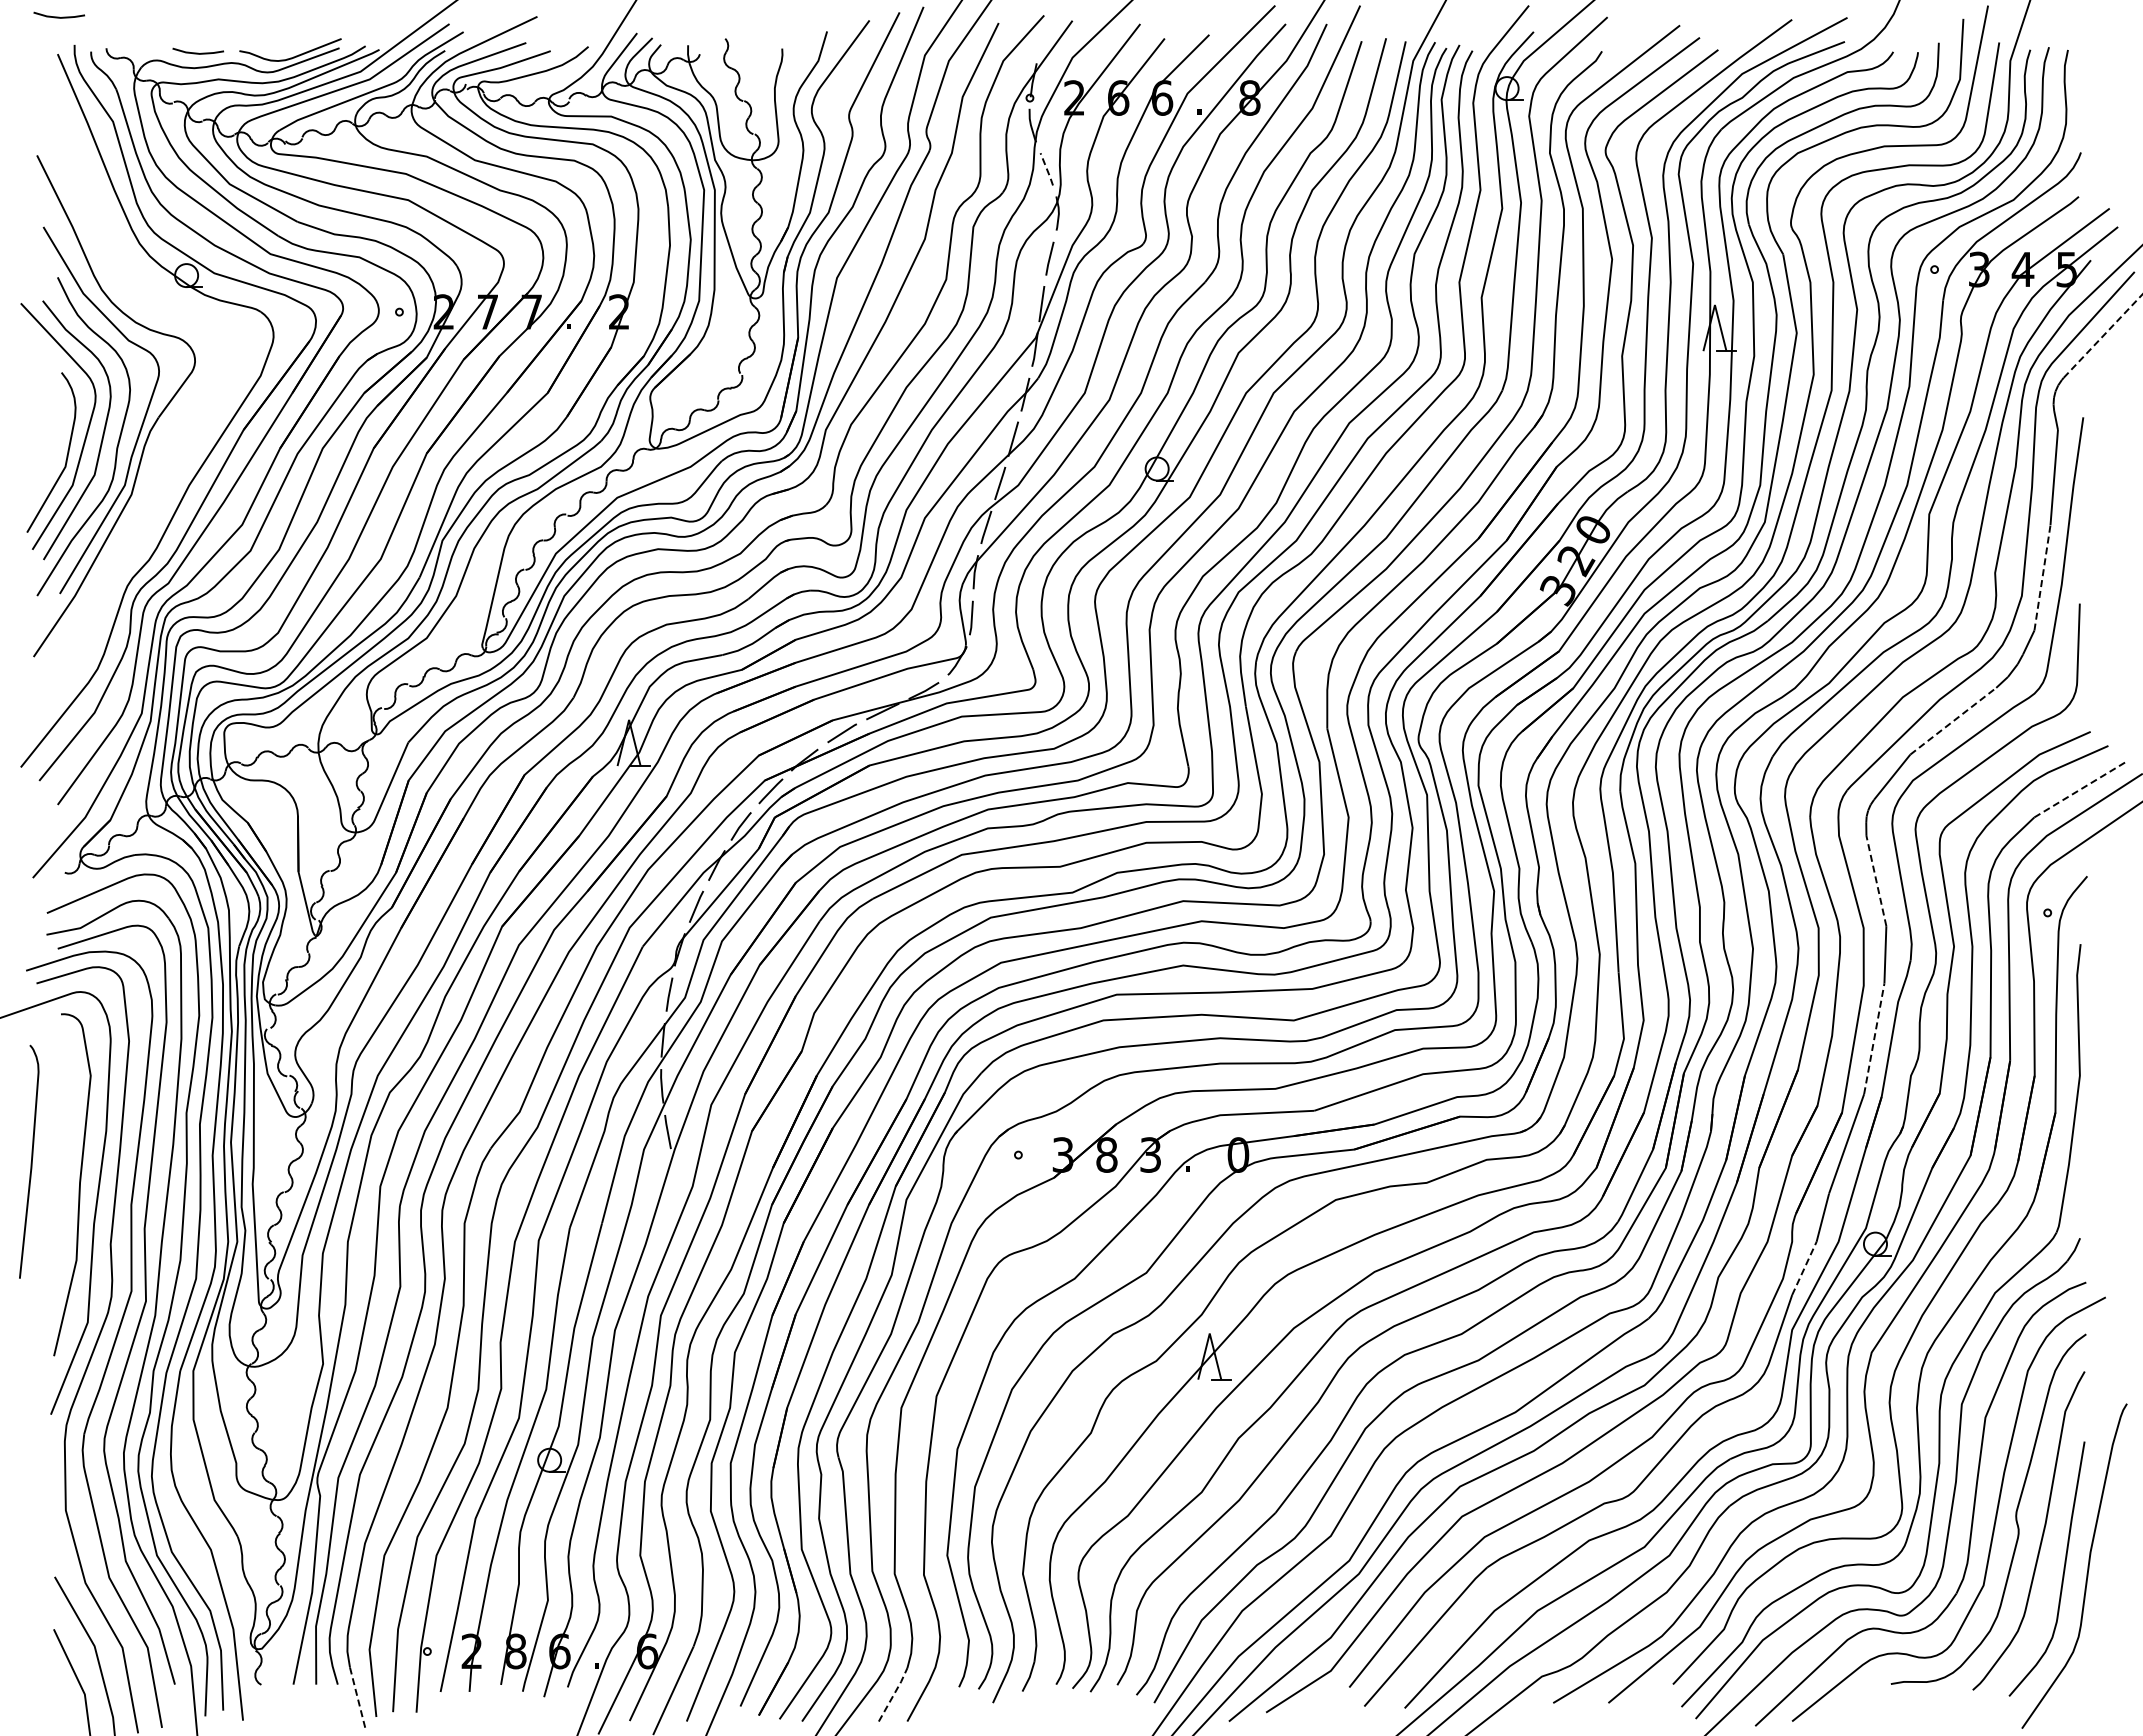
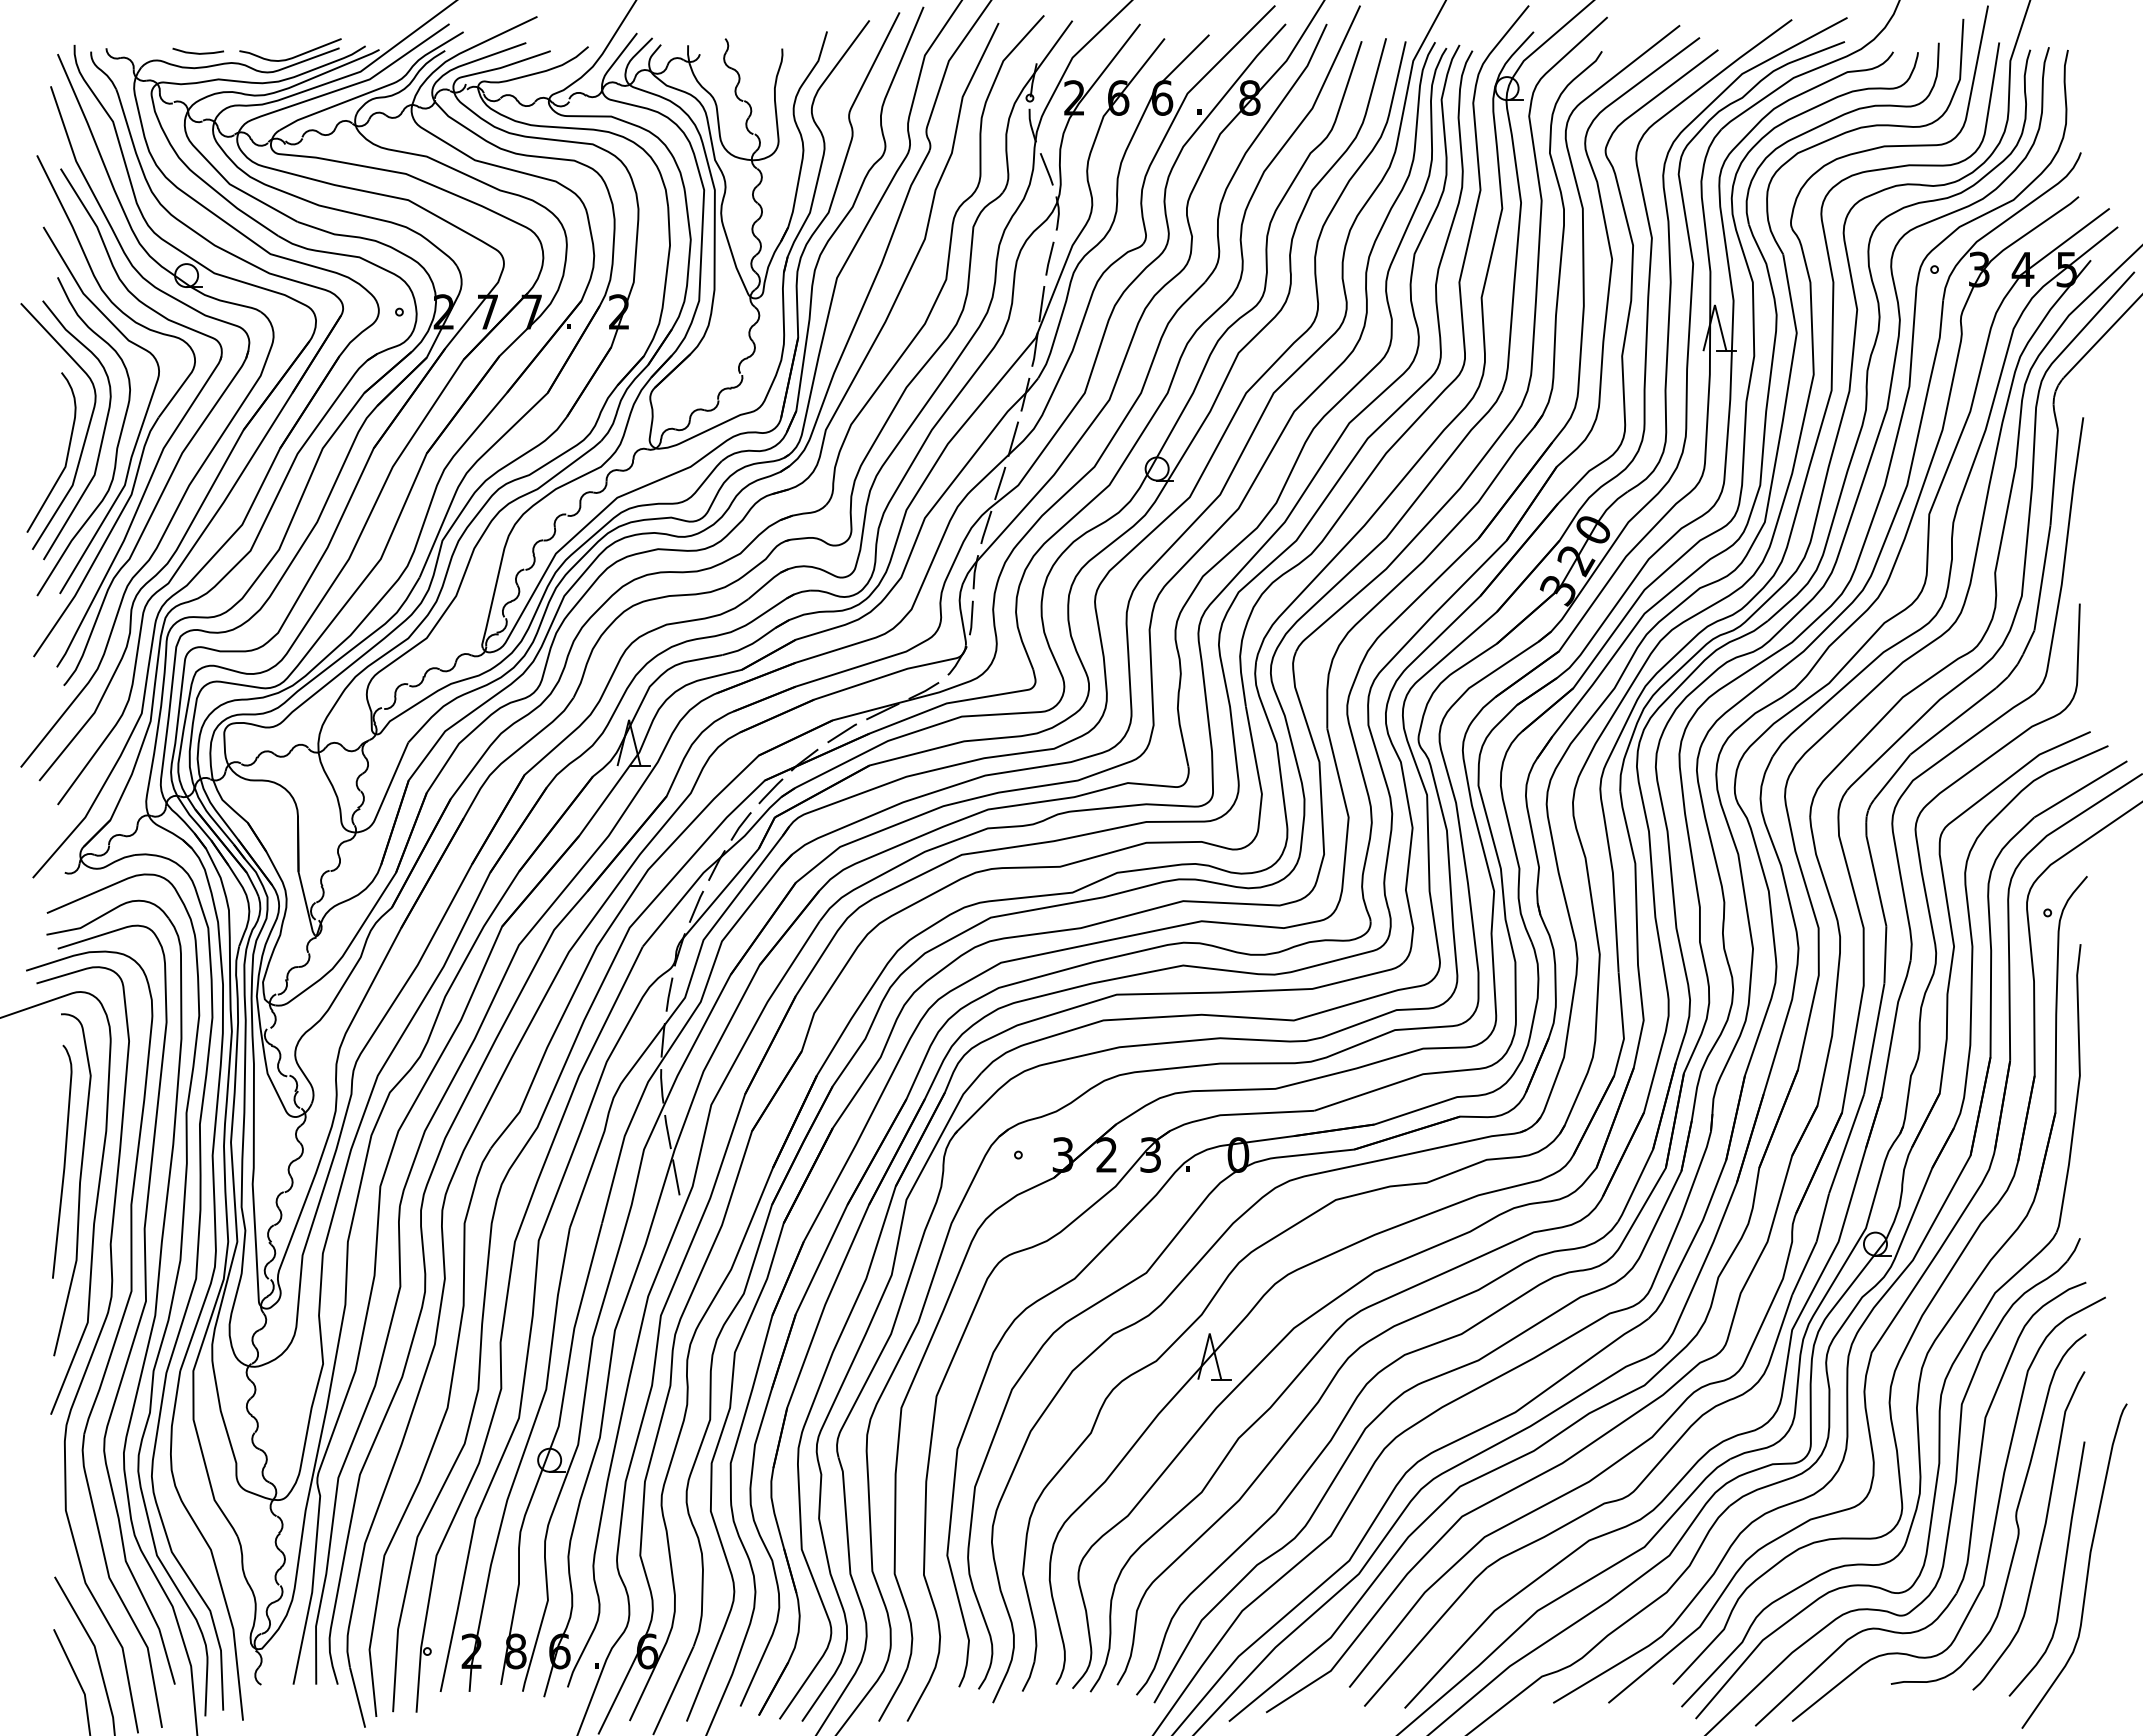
line at (58, 16): present -> none
line at (1047, 169): dashed -> solid
line at (2103, 335): dashed -> solid
part at (187, 409): none -> present
line at (2042, 577): dashed -> solid
line at (1953, 720): dashed -> solid
line at (2081, 789): dashed -> solid
line at (1876, 880): dashed -> solid
line at (1874, 1038): dashed -> solid
text at (1106, 1154): 8 -> 2
curve at (30, 1162) position: (30, 1162) -> (63, 1162)
line at (676, 1177): none -> present
line at (1804, 1267): dashed -> solid
line at (894, 1693): dashed -> solid
line at (357, 1697): dashed -> solid
